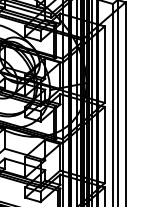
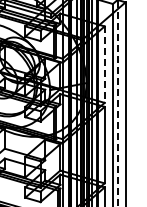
line at (104, 65): solid -> dashed
line at (117, 102): solid -> dashed
